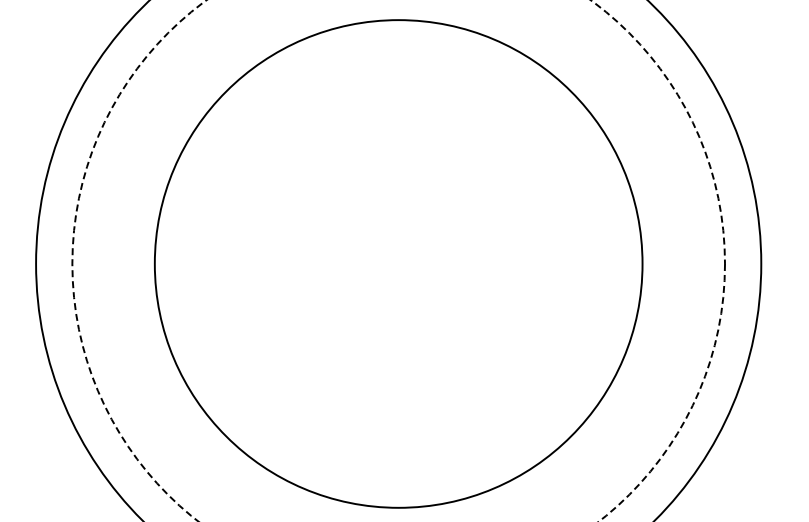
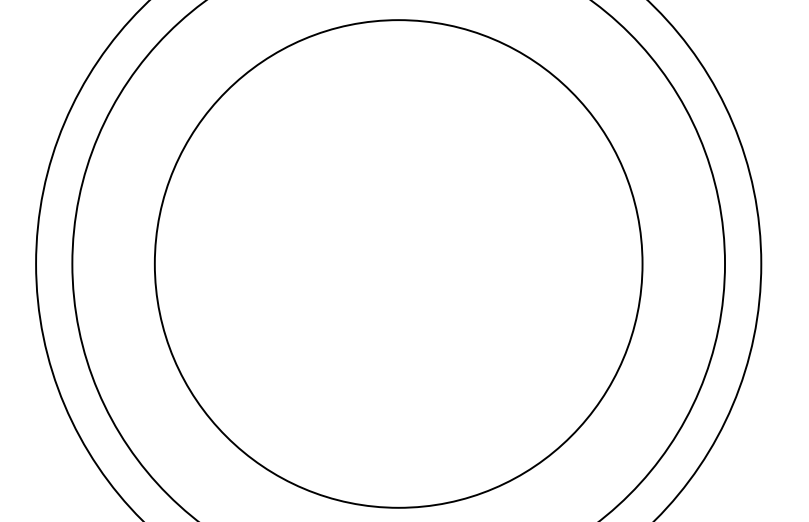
circle at (398, 260): dashed -> solid
